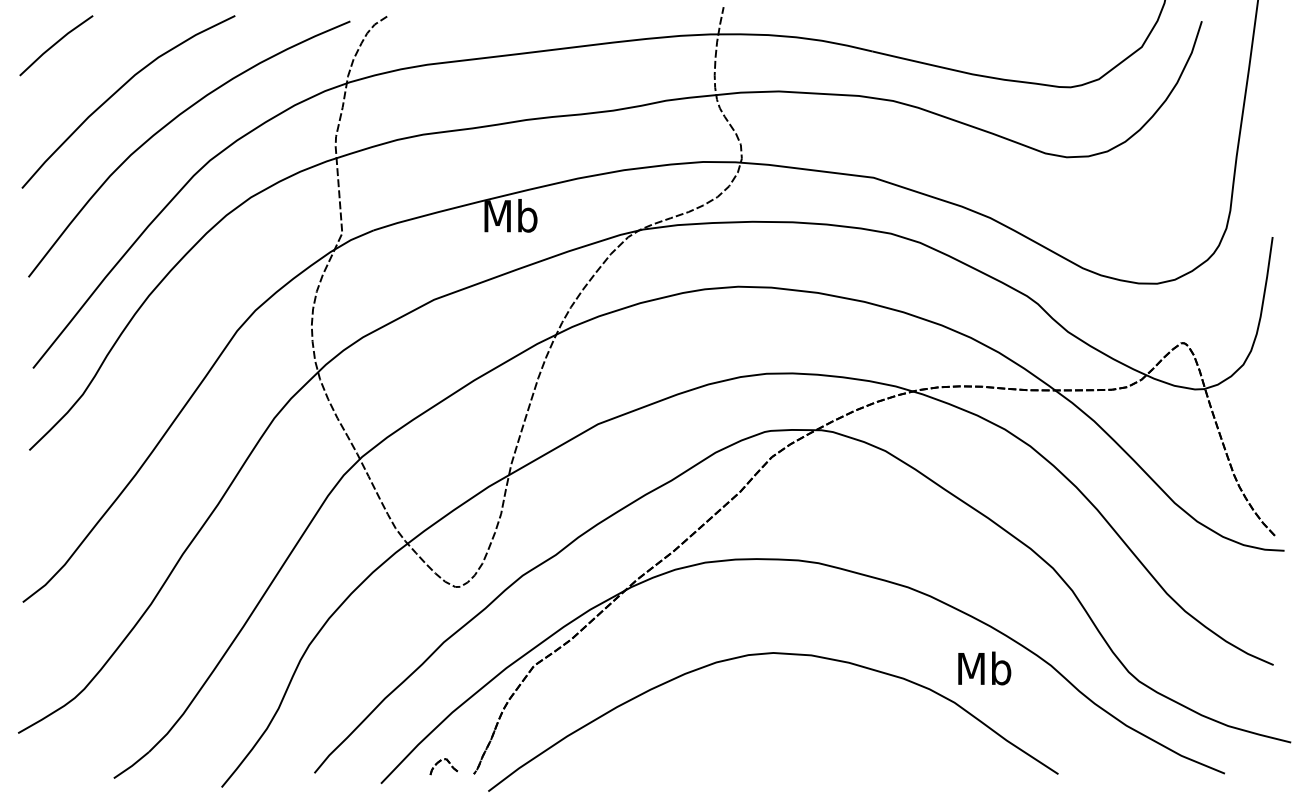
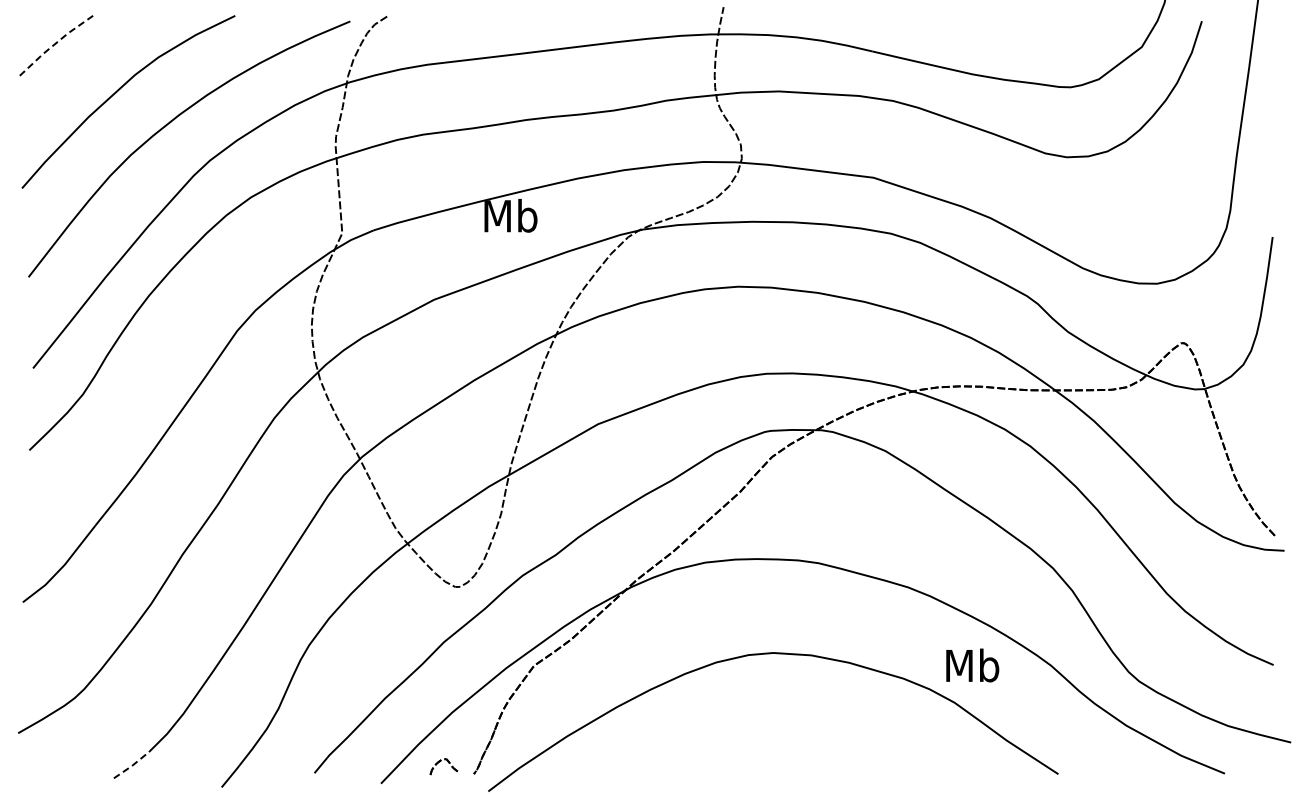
line at (55, 43): solid -> dashed
text at (984, 668) position: (984, 668) -> (972, 665)
line at (132, 765): solid -> dashed
